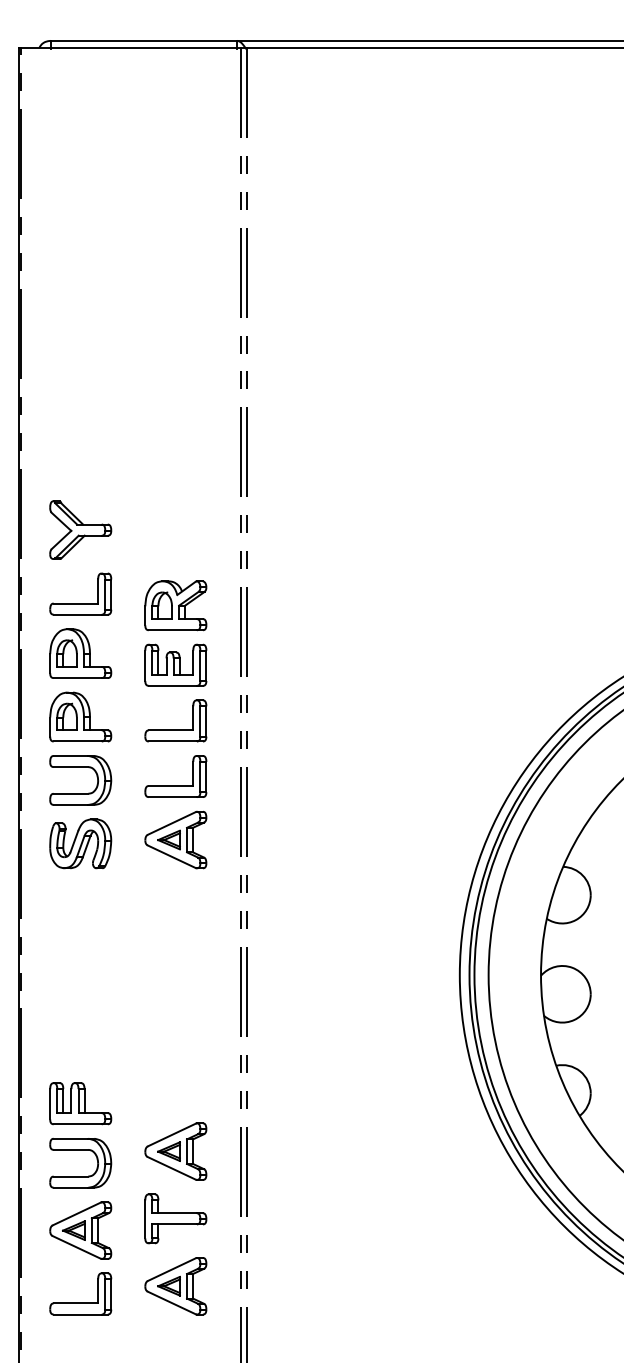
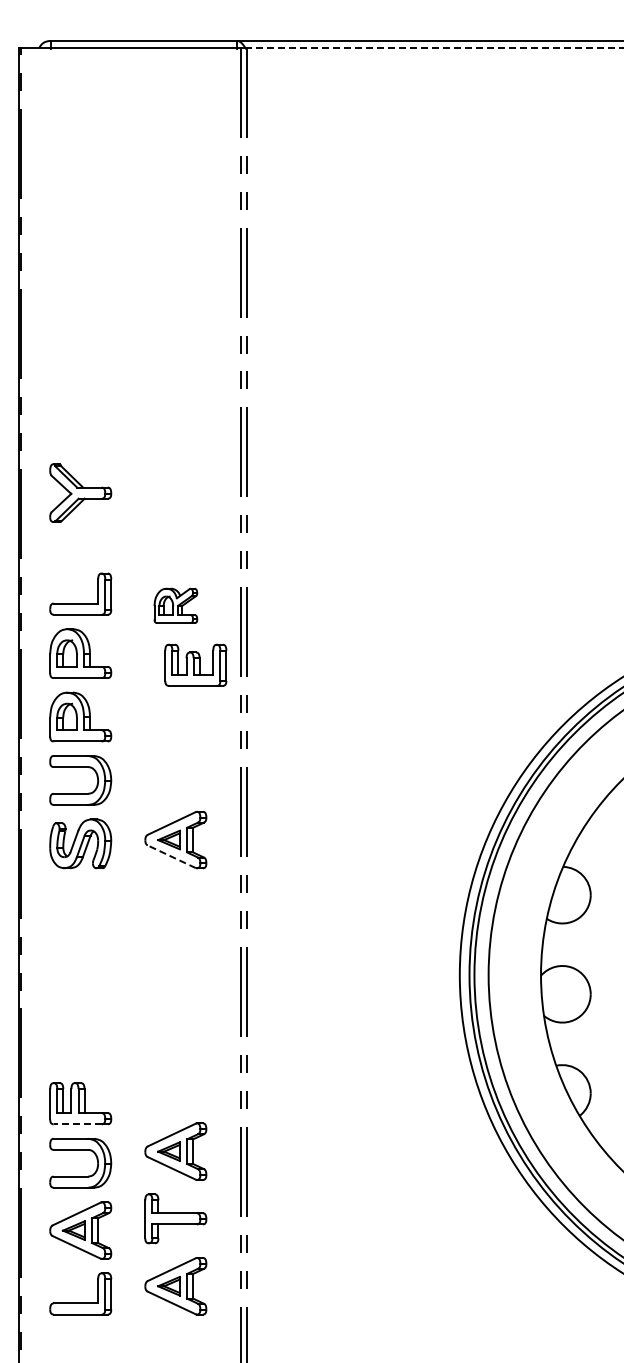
line at (435, 47): solid -> dashed
part at (80, 529) position: (80, 529) -> (80, 492)
part at (175, 605) size: 64x52 px -> 46x37 px
part at (175, 664) position: (175, 664) -> (195, 664)
part at (175, 729): present -> none
part at (175, 785): present -> none
line at (171, 856): solid -> dashed
line at (77, 1124): solid -> dashed
